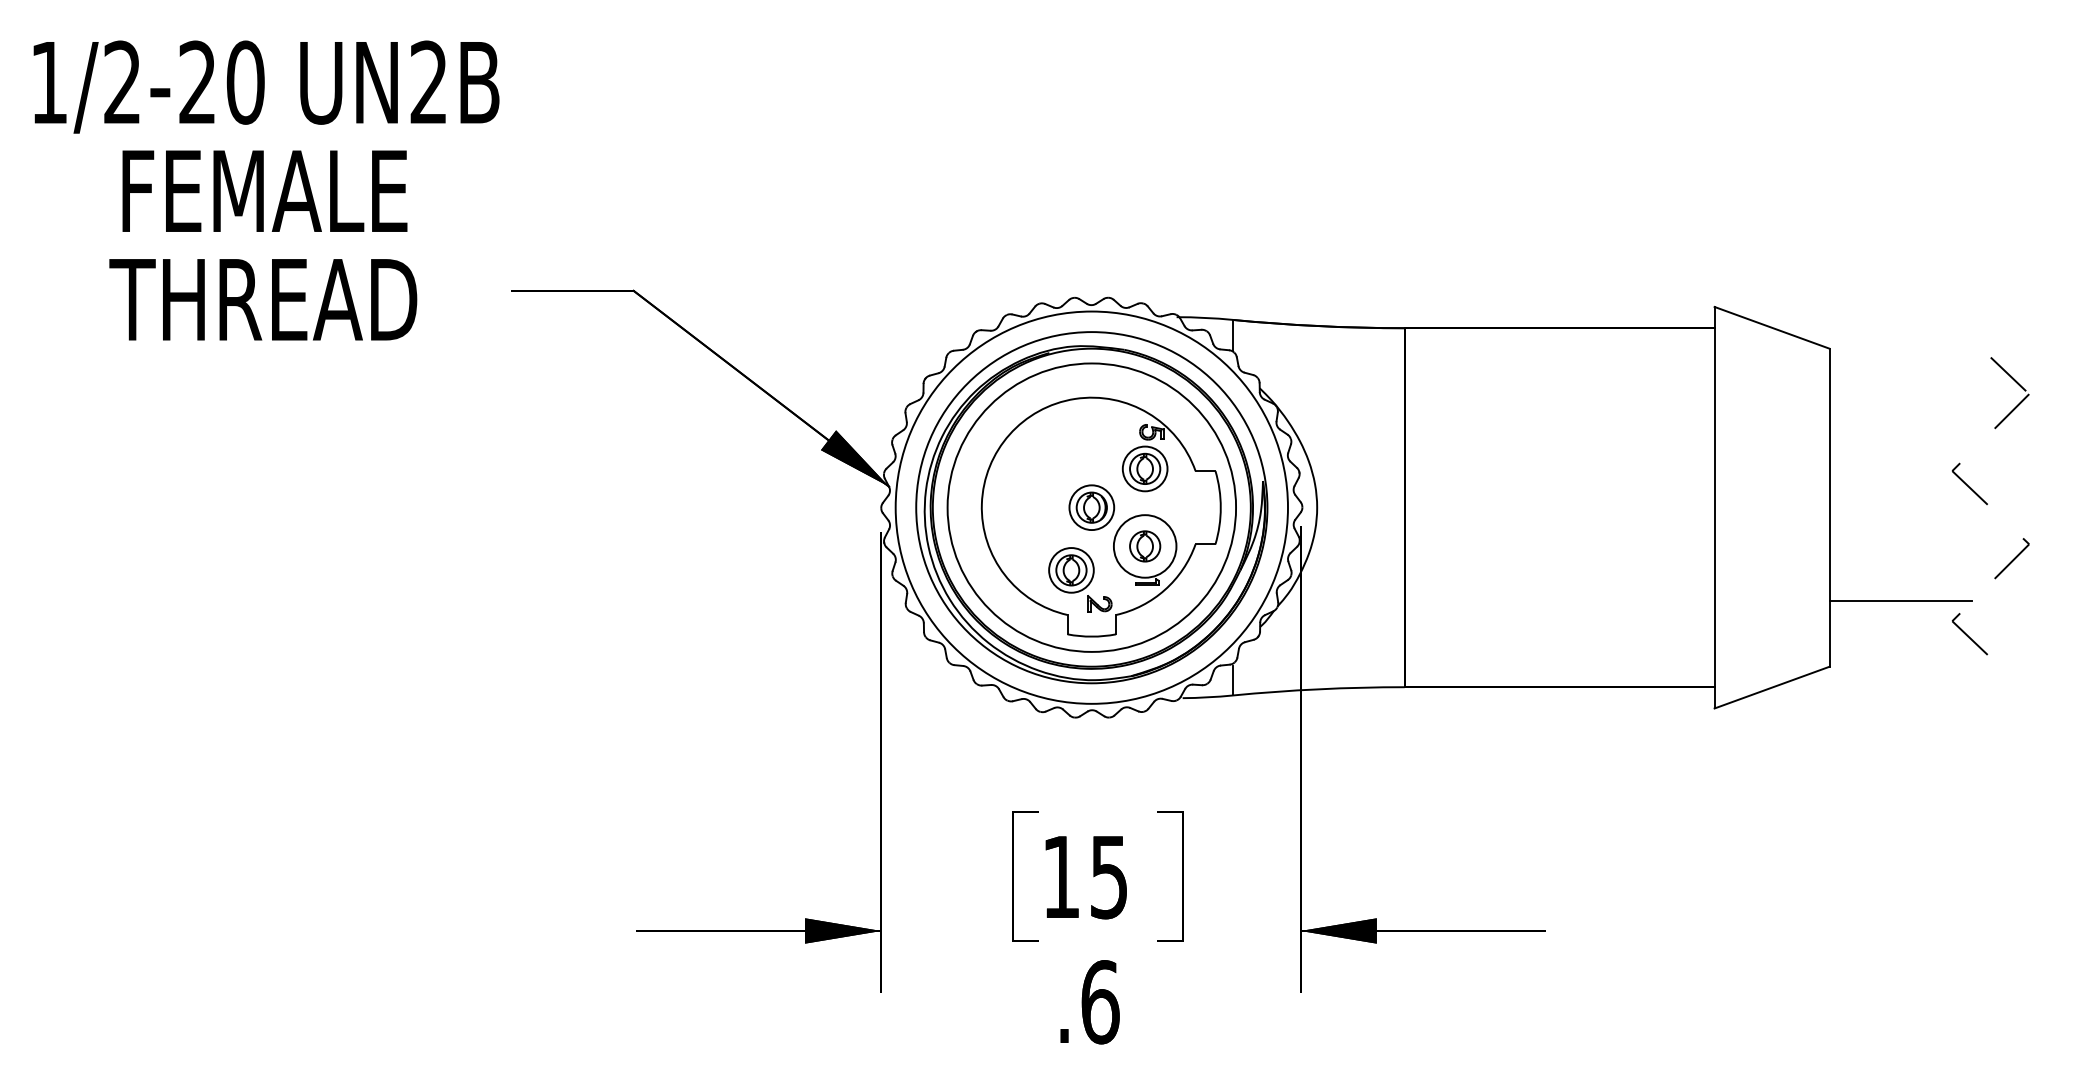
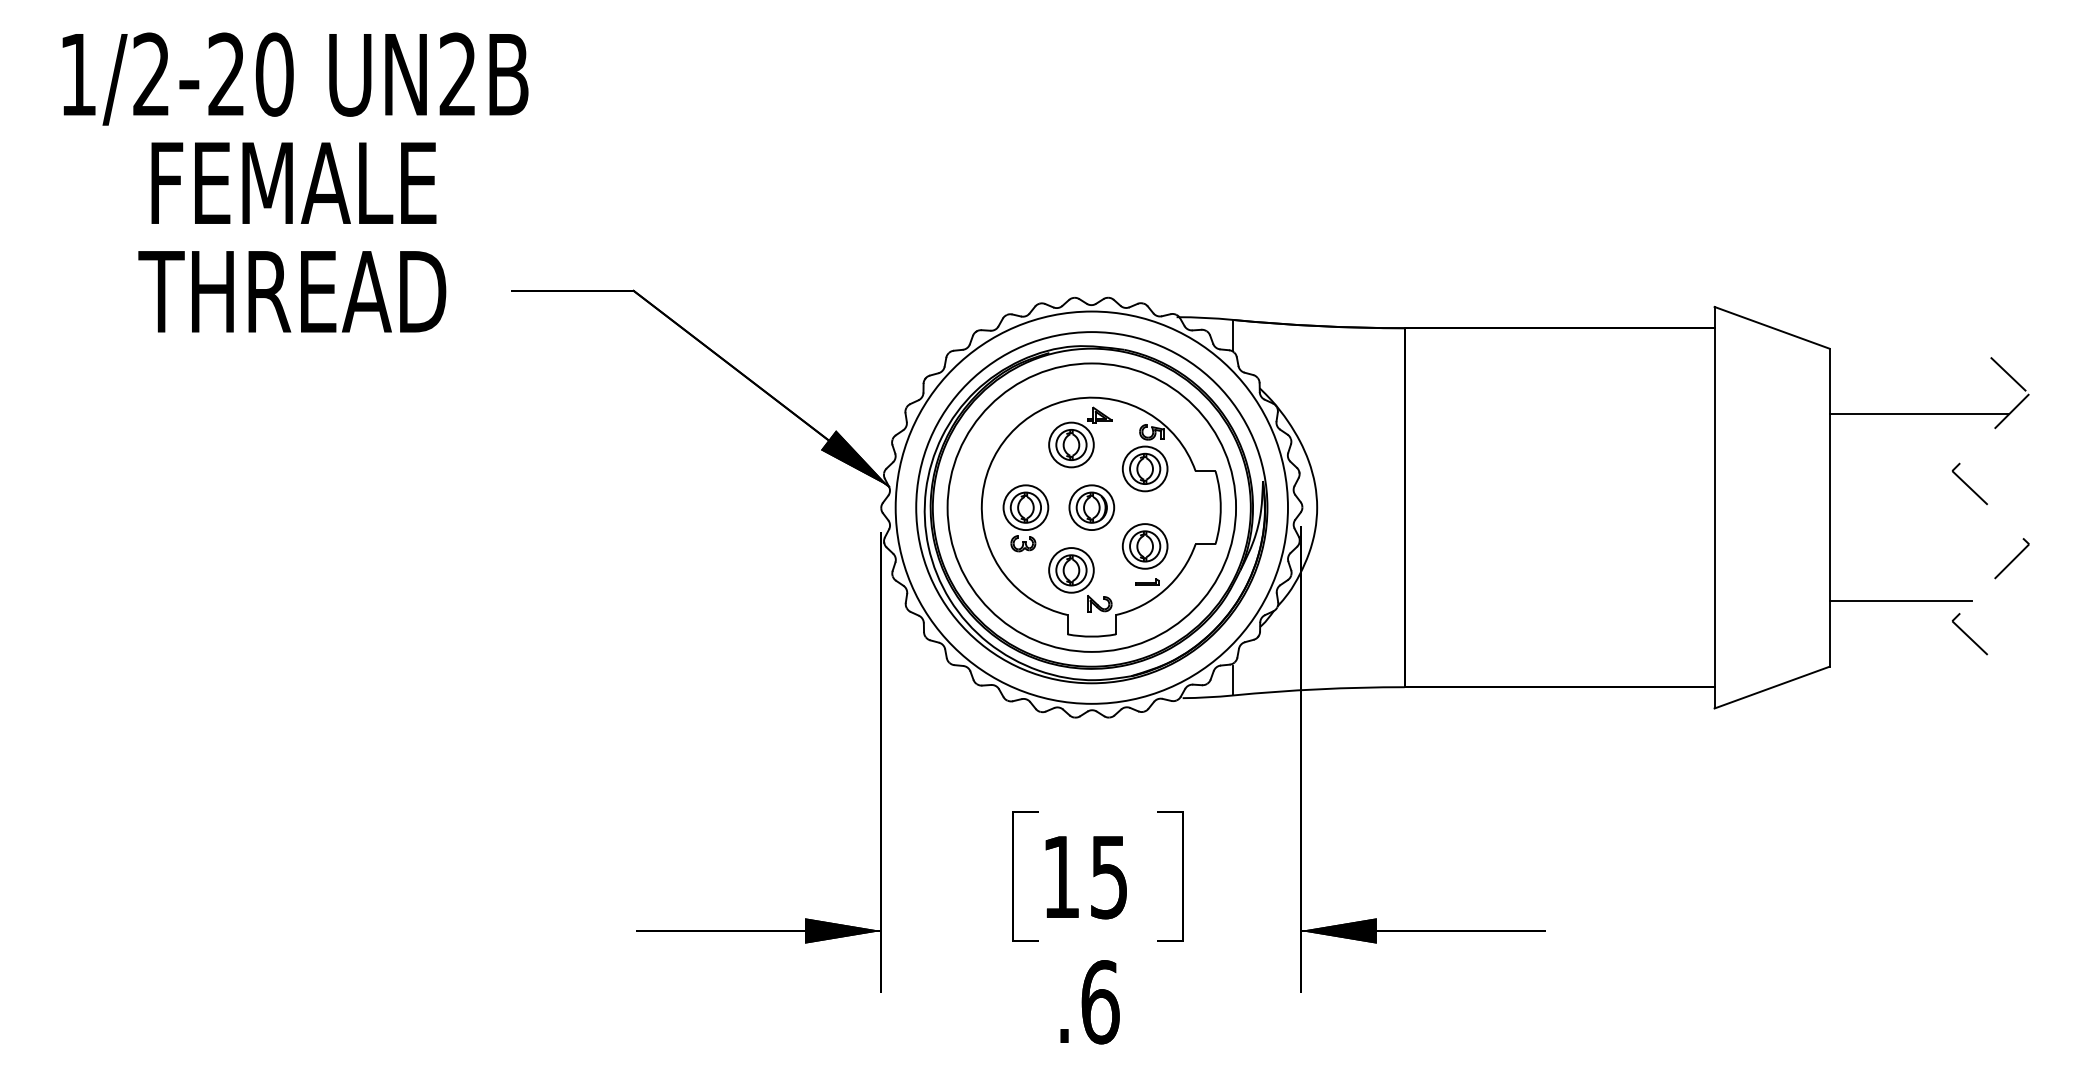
text at (266, 190) position: (266, 190) -> (295, 182)
line at (1919, 414): none -> present
part at (1080, 437): none -> present
part at (1025, 518): none -> present
circle at (1144, 546) diameter: 63 px -> 45 px
